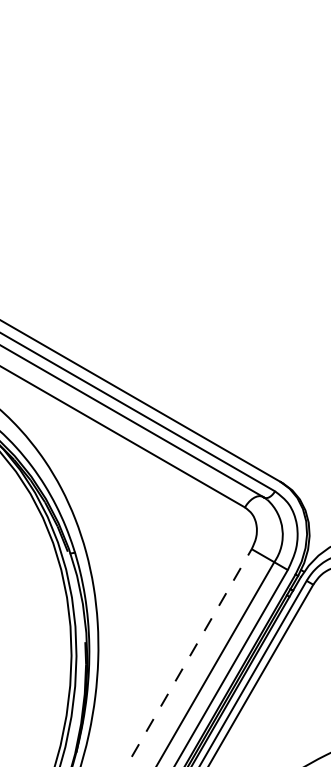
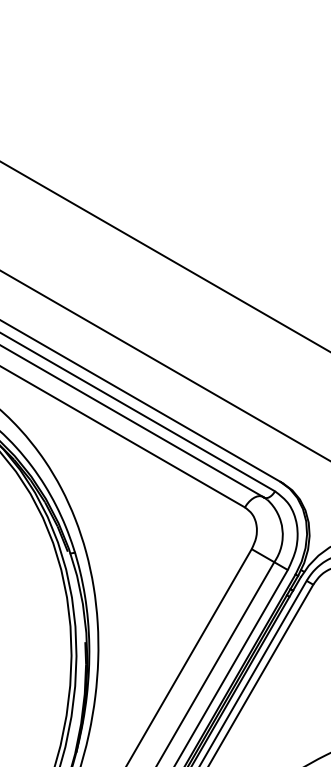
line at (164, 256): none -> present
line at (164, 365): none -> present
line at (189, 657): dashed -> solid
